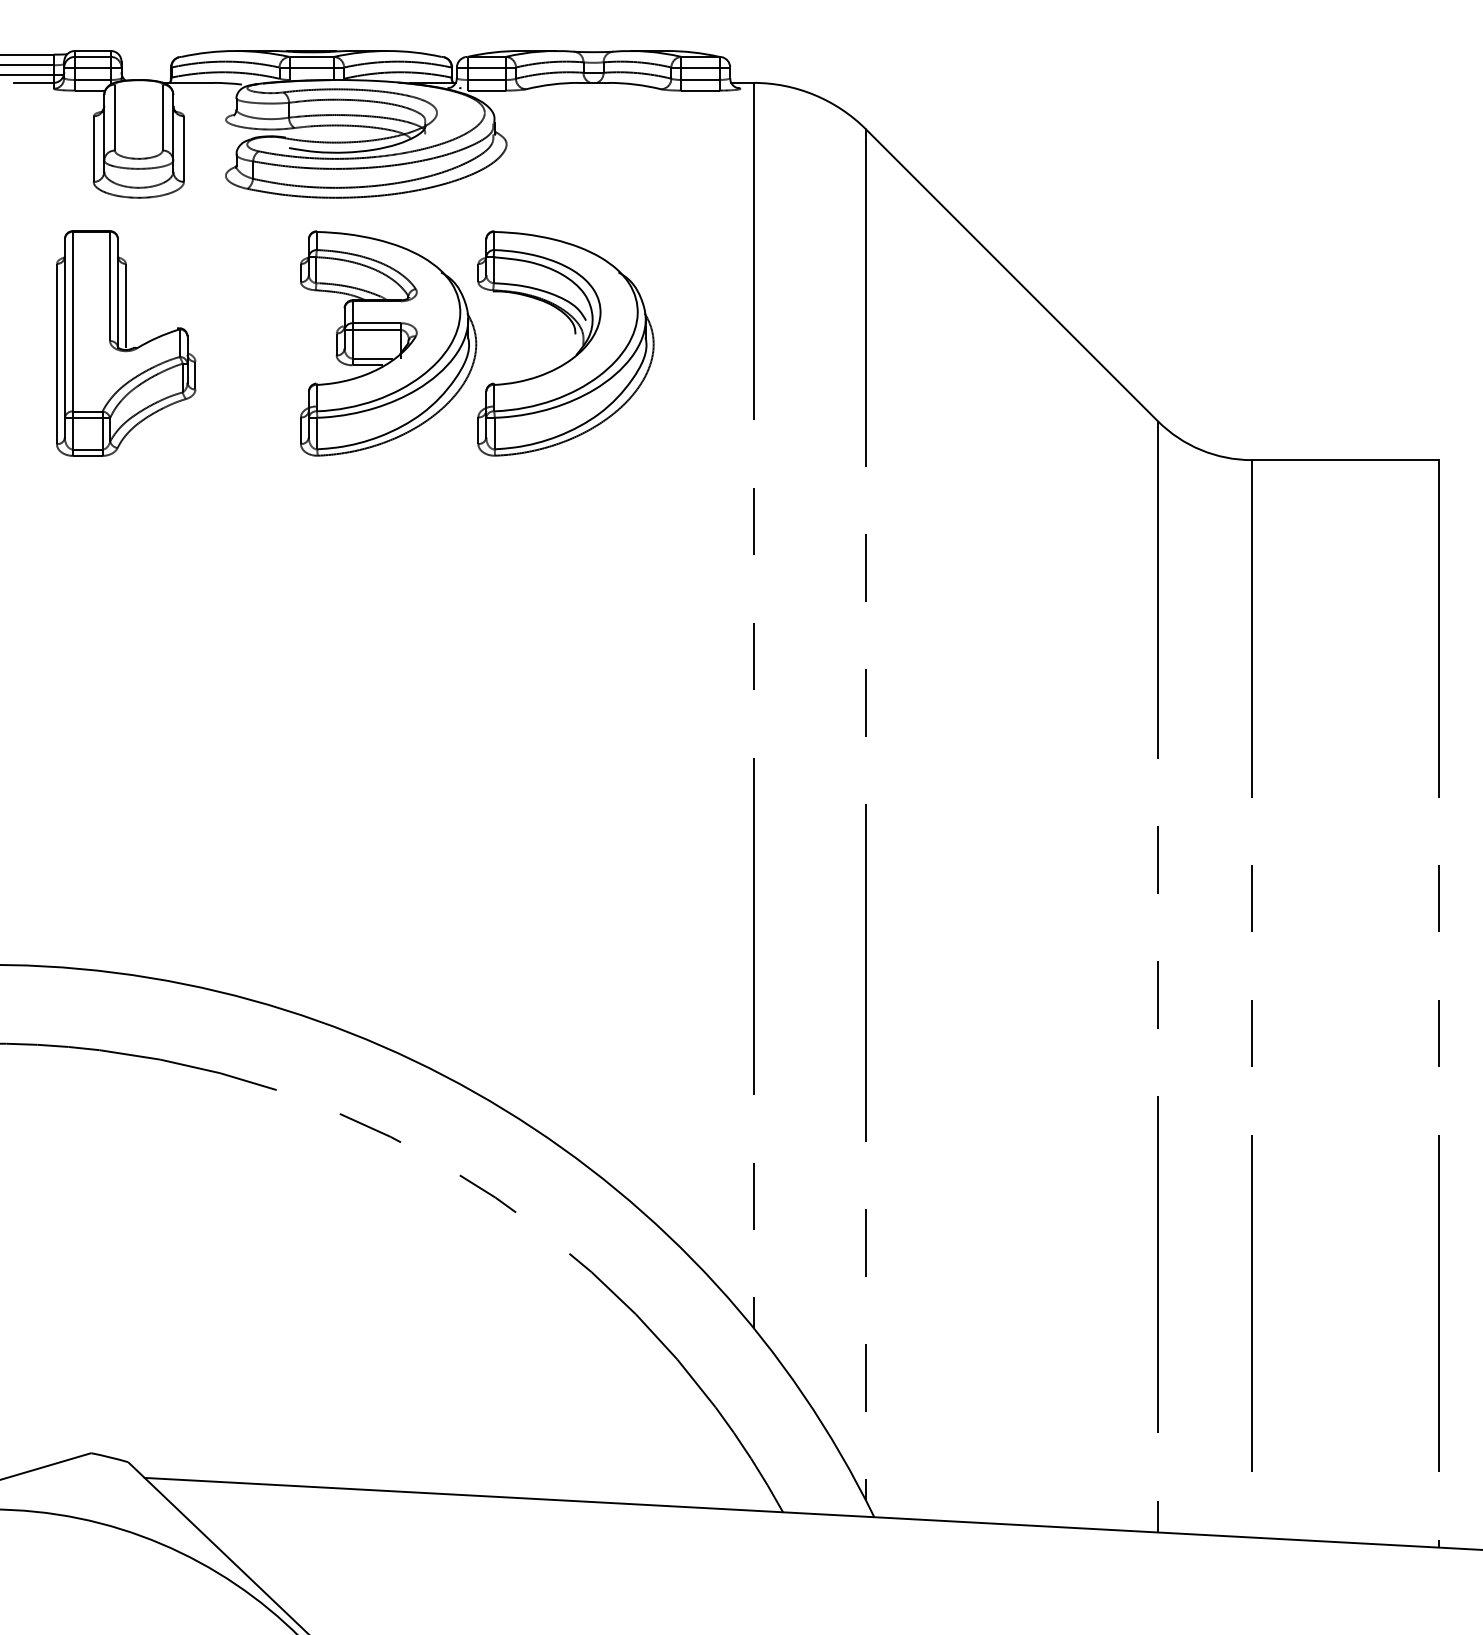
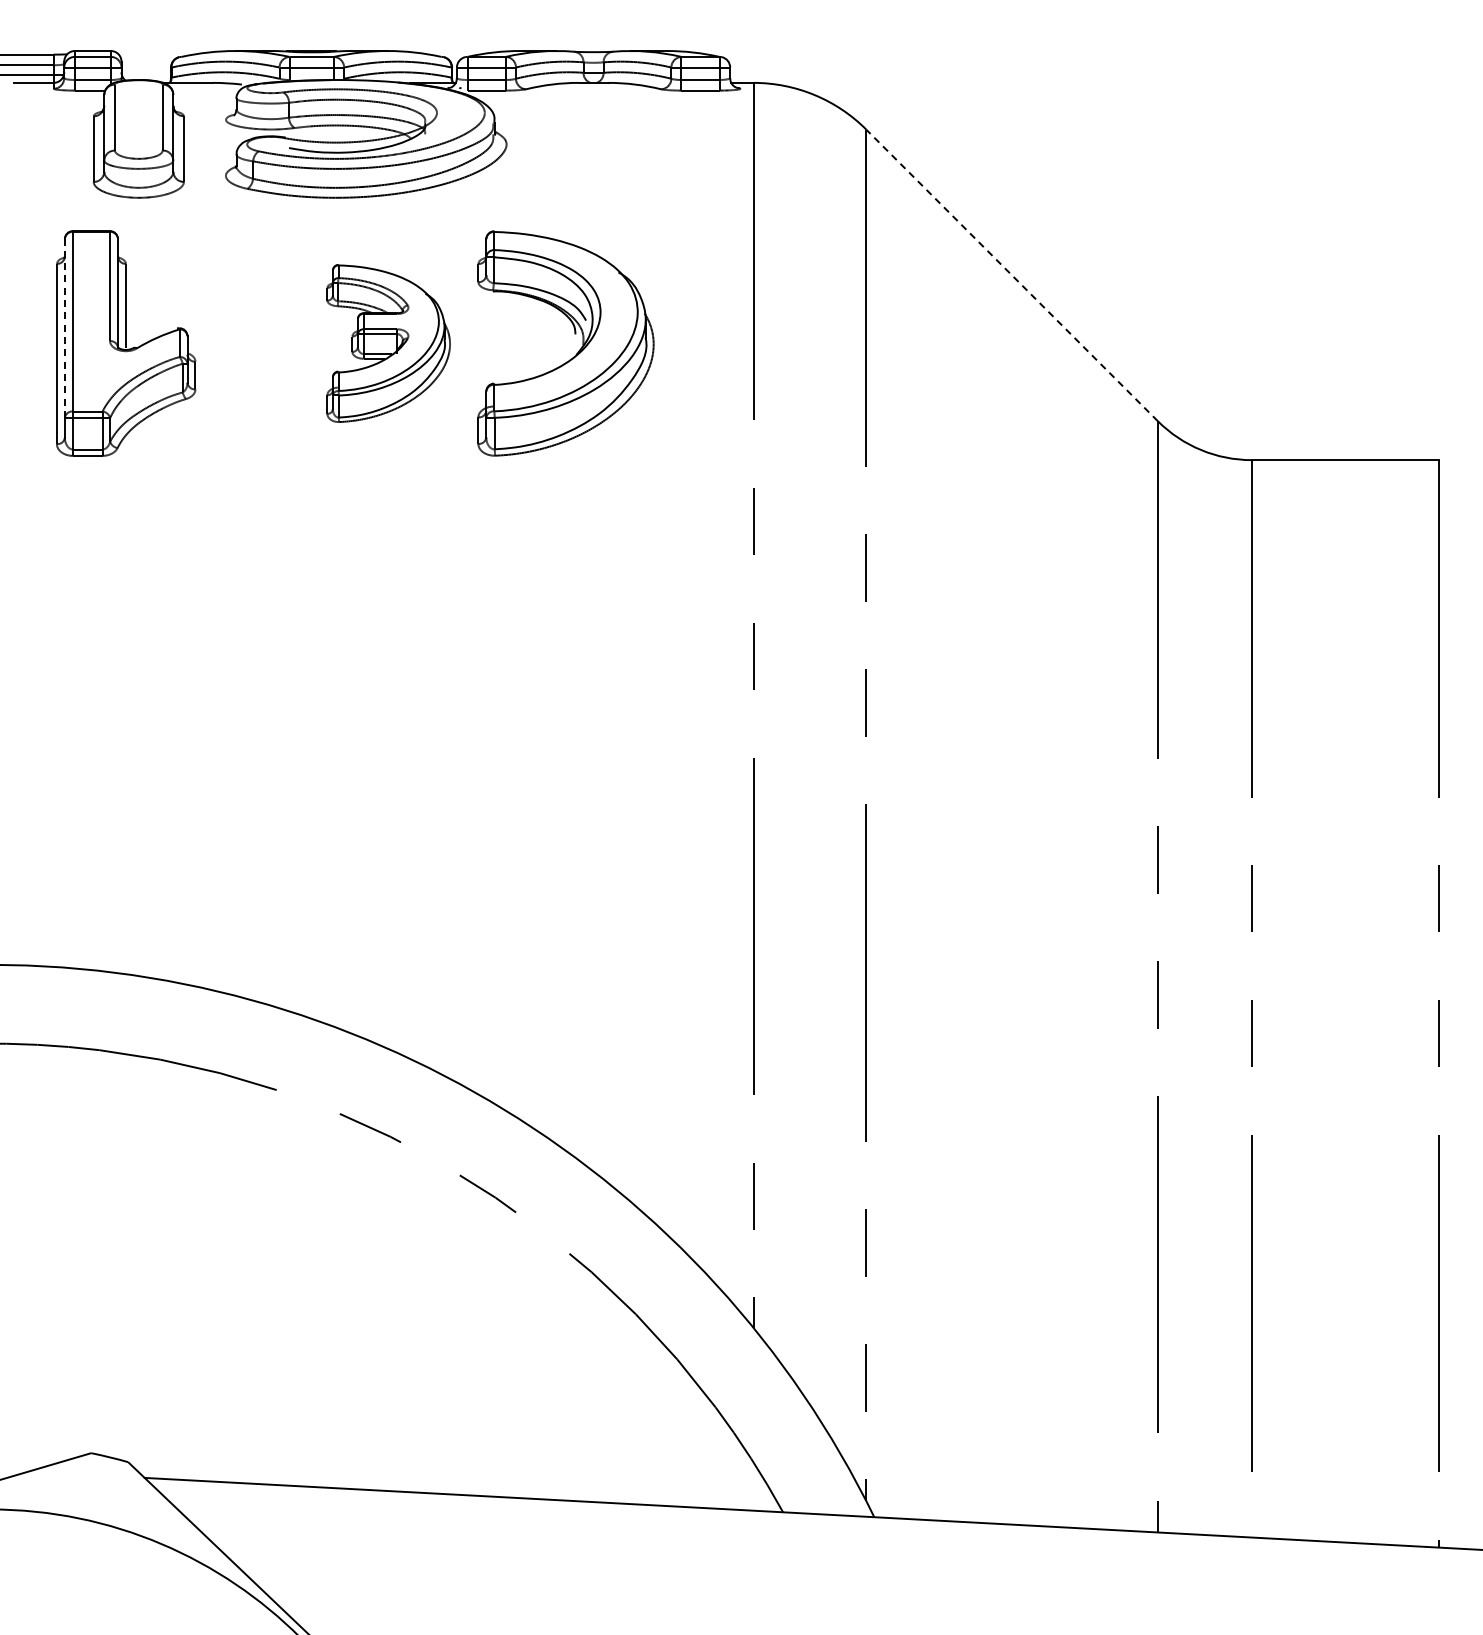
line at (1011, 275): solid -> dashed
line at (64, 328): solid -> dashed
part at (388, 343) size: 178x227 px -> 125x159 px
